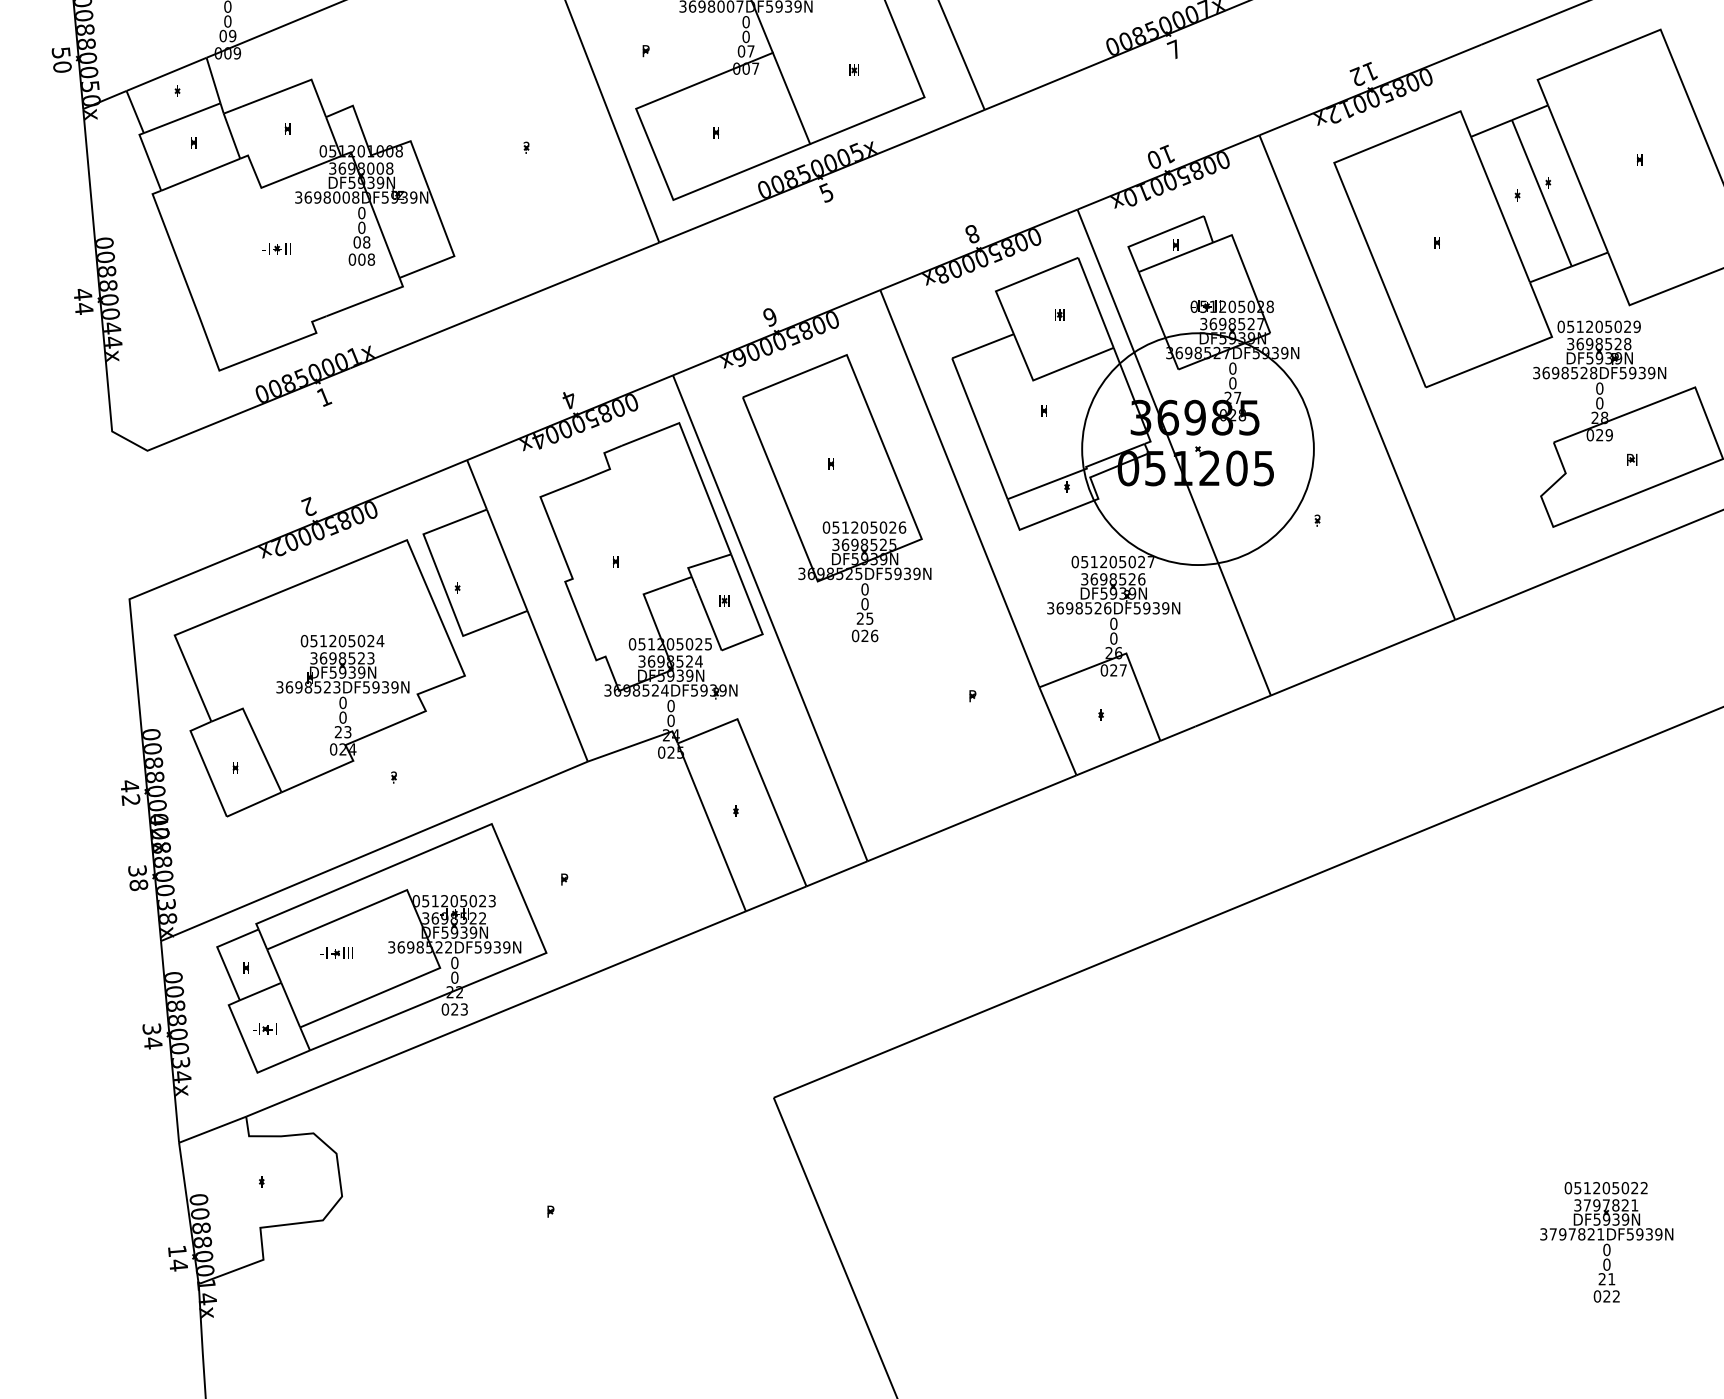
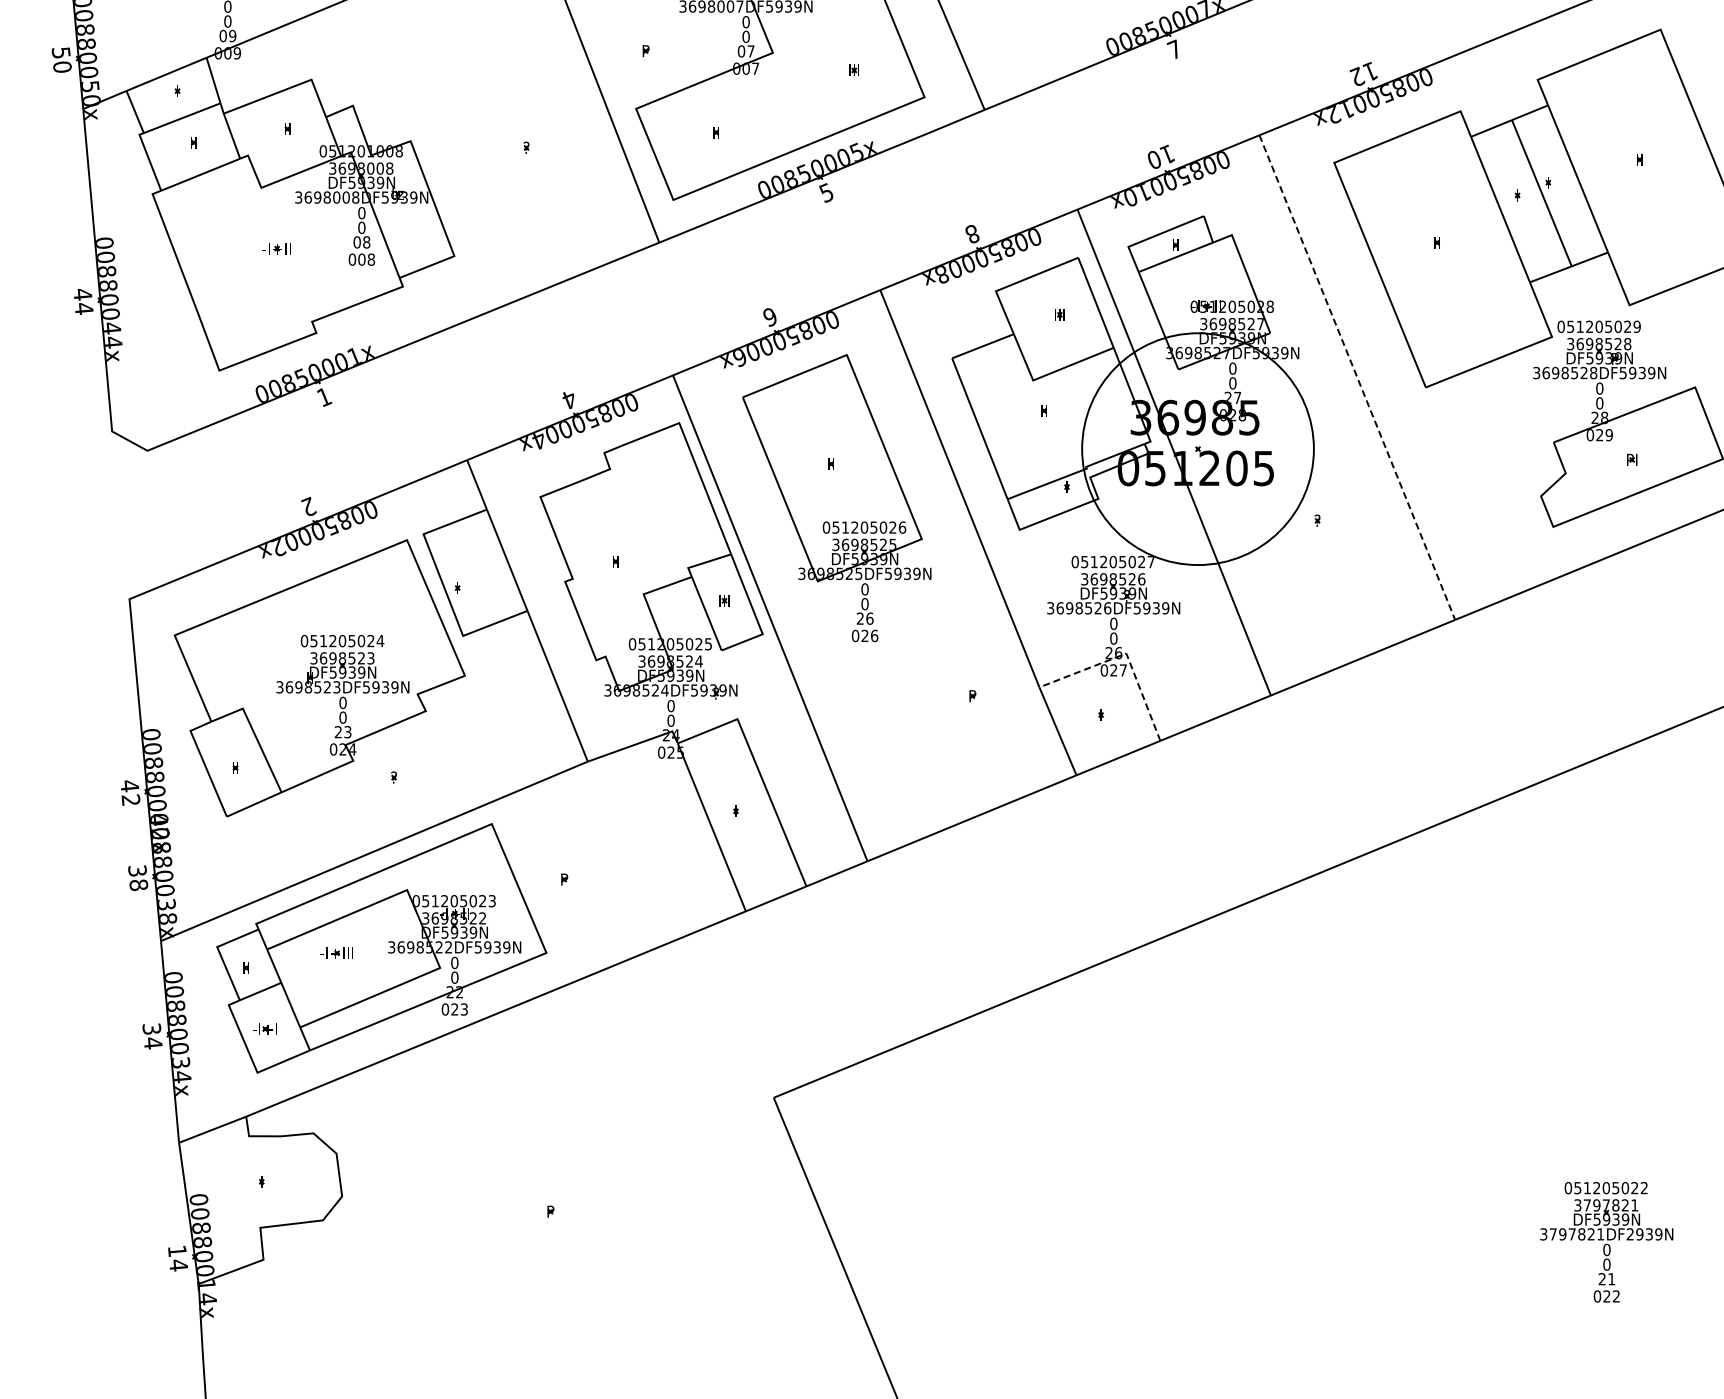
line at (791, 98): present -> none
line at (1357, 378): solid -> dashed
text at (869, 618): 25 -> 26
line at (1126, 653): solid -> dashed
text at (1629, 1234): 3797821DF5939N -> 3797821DF2939N
